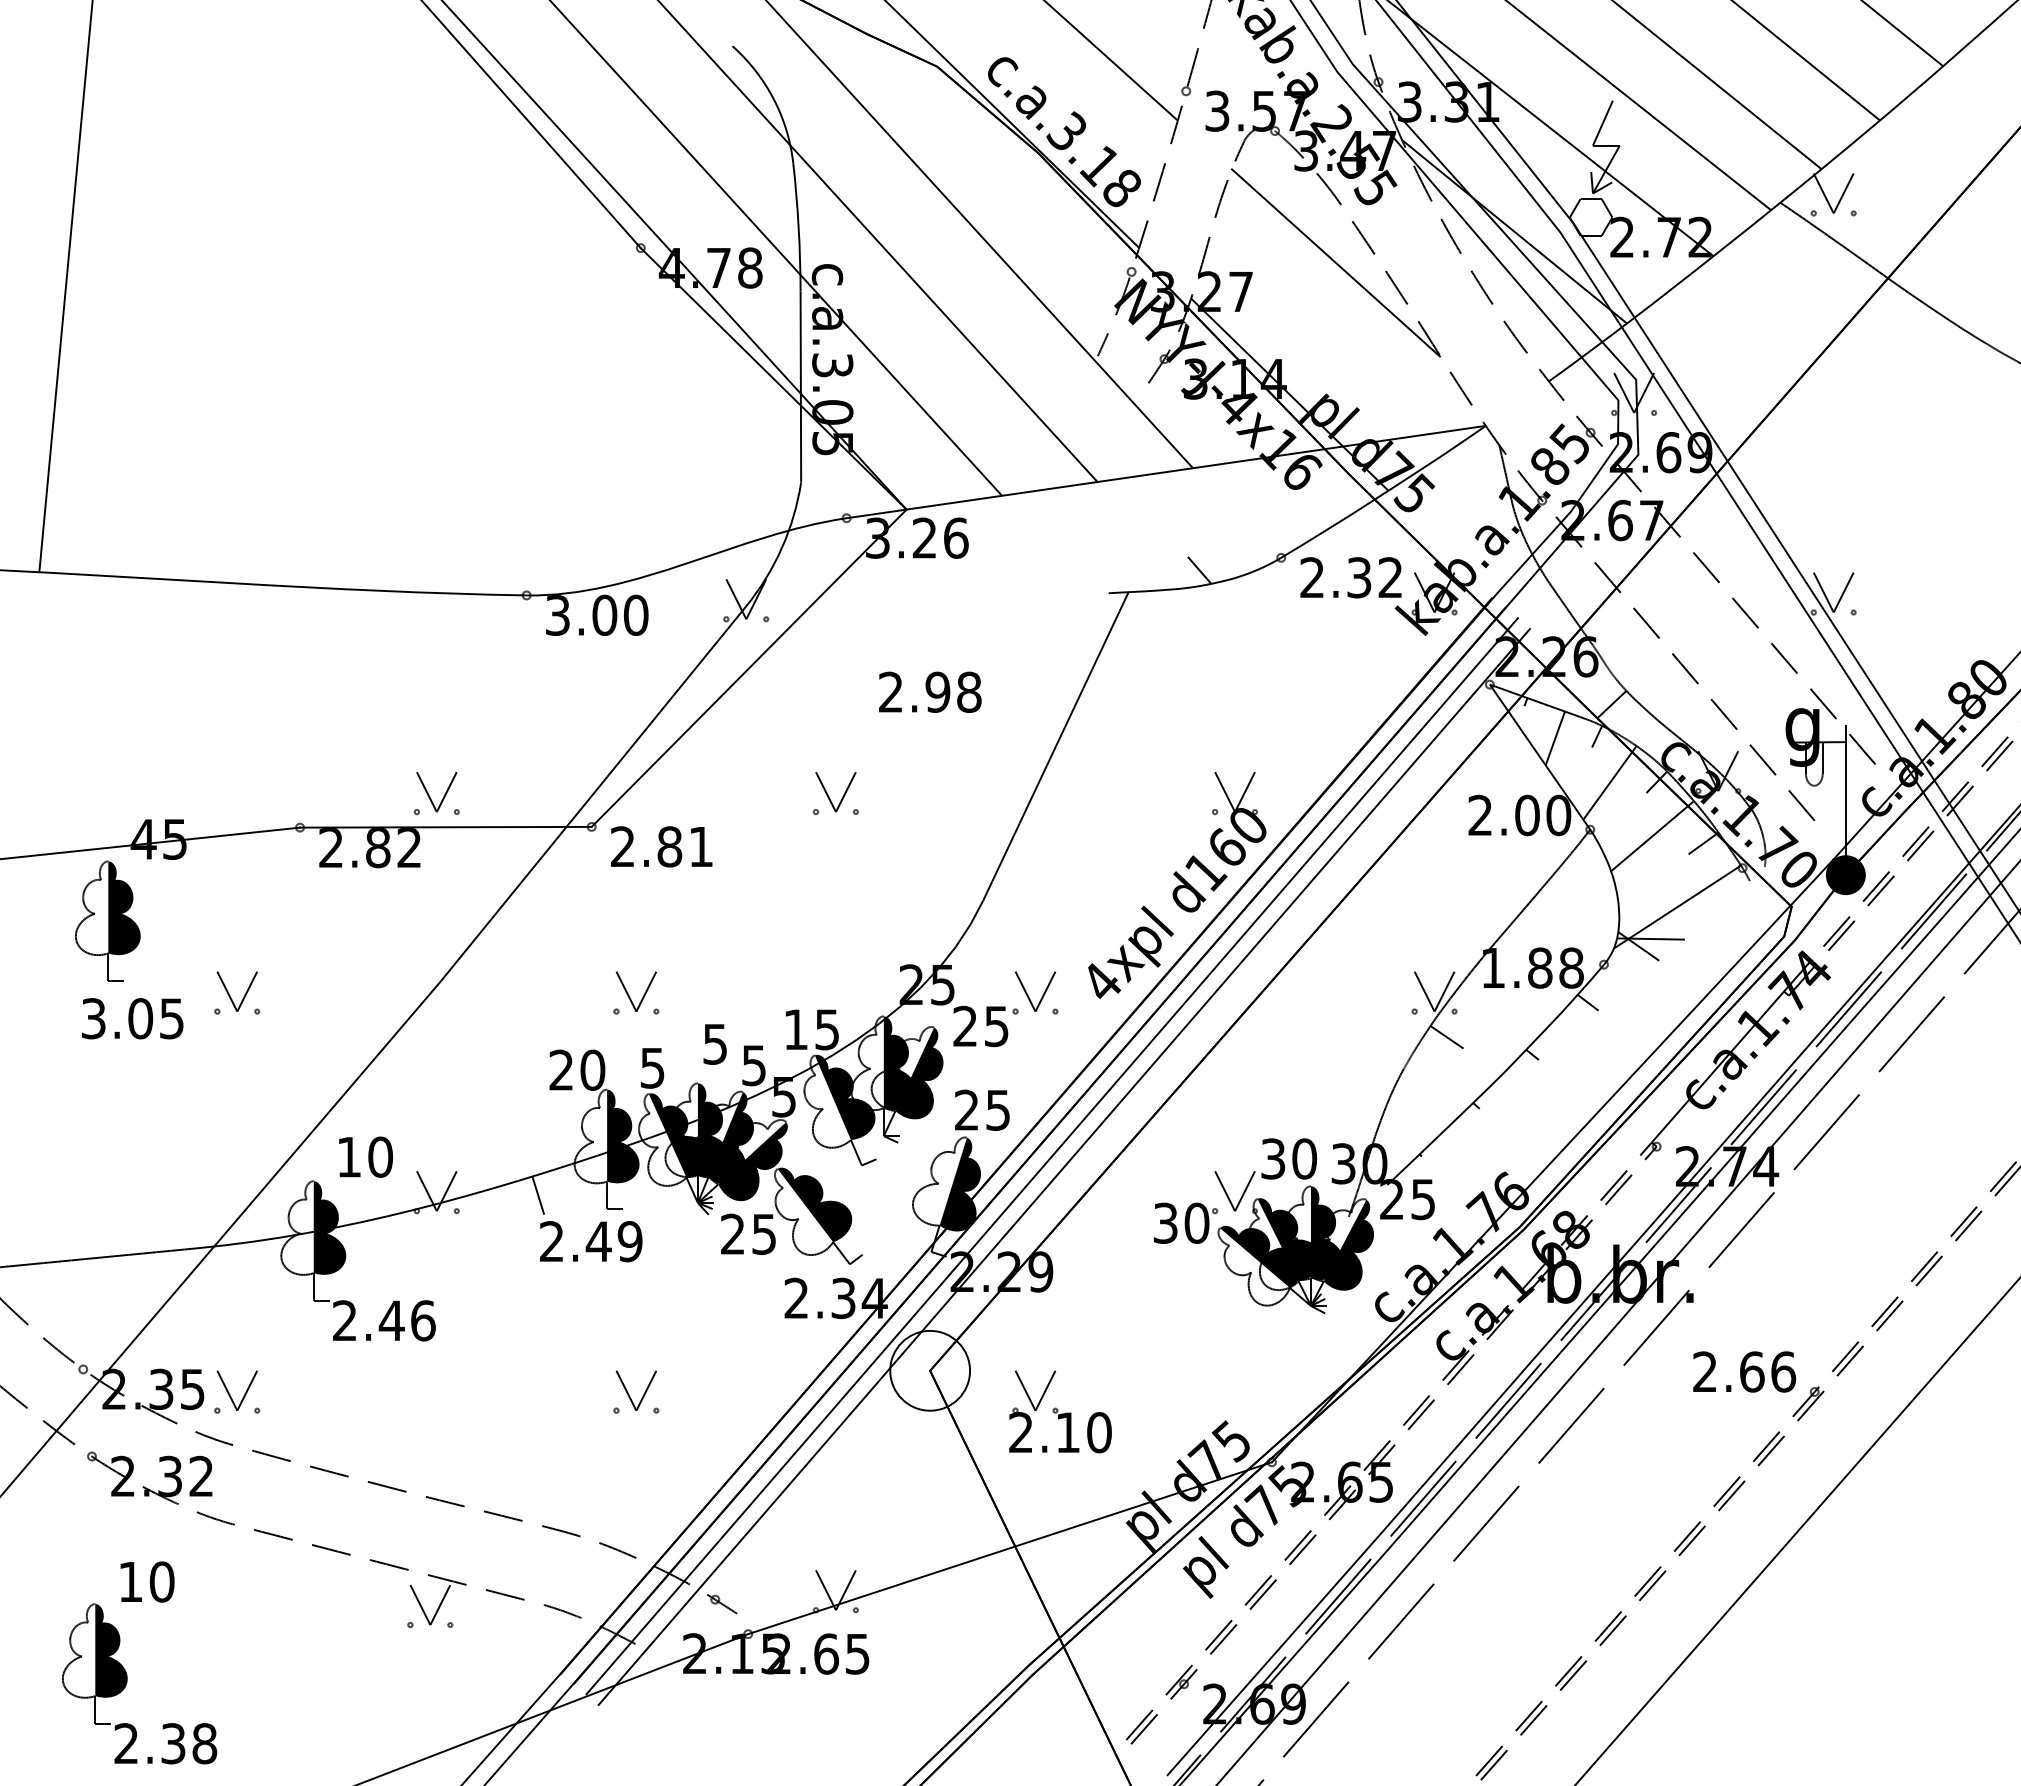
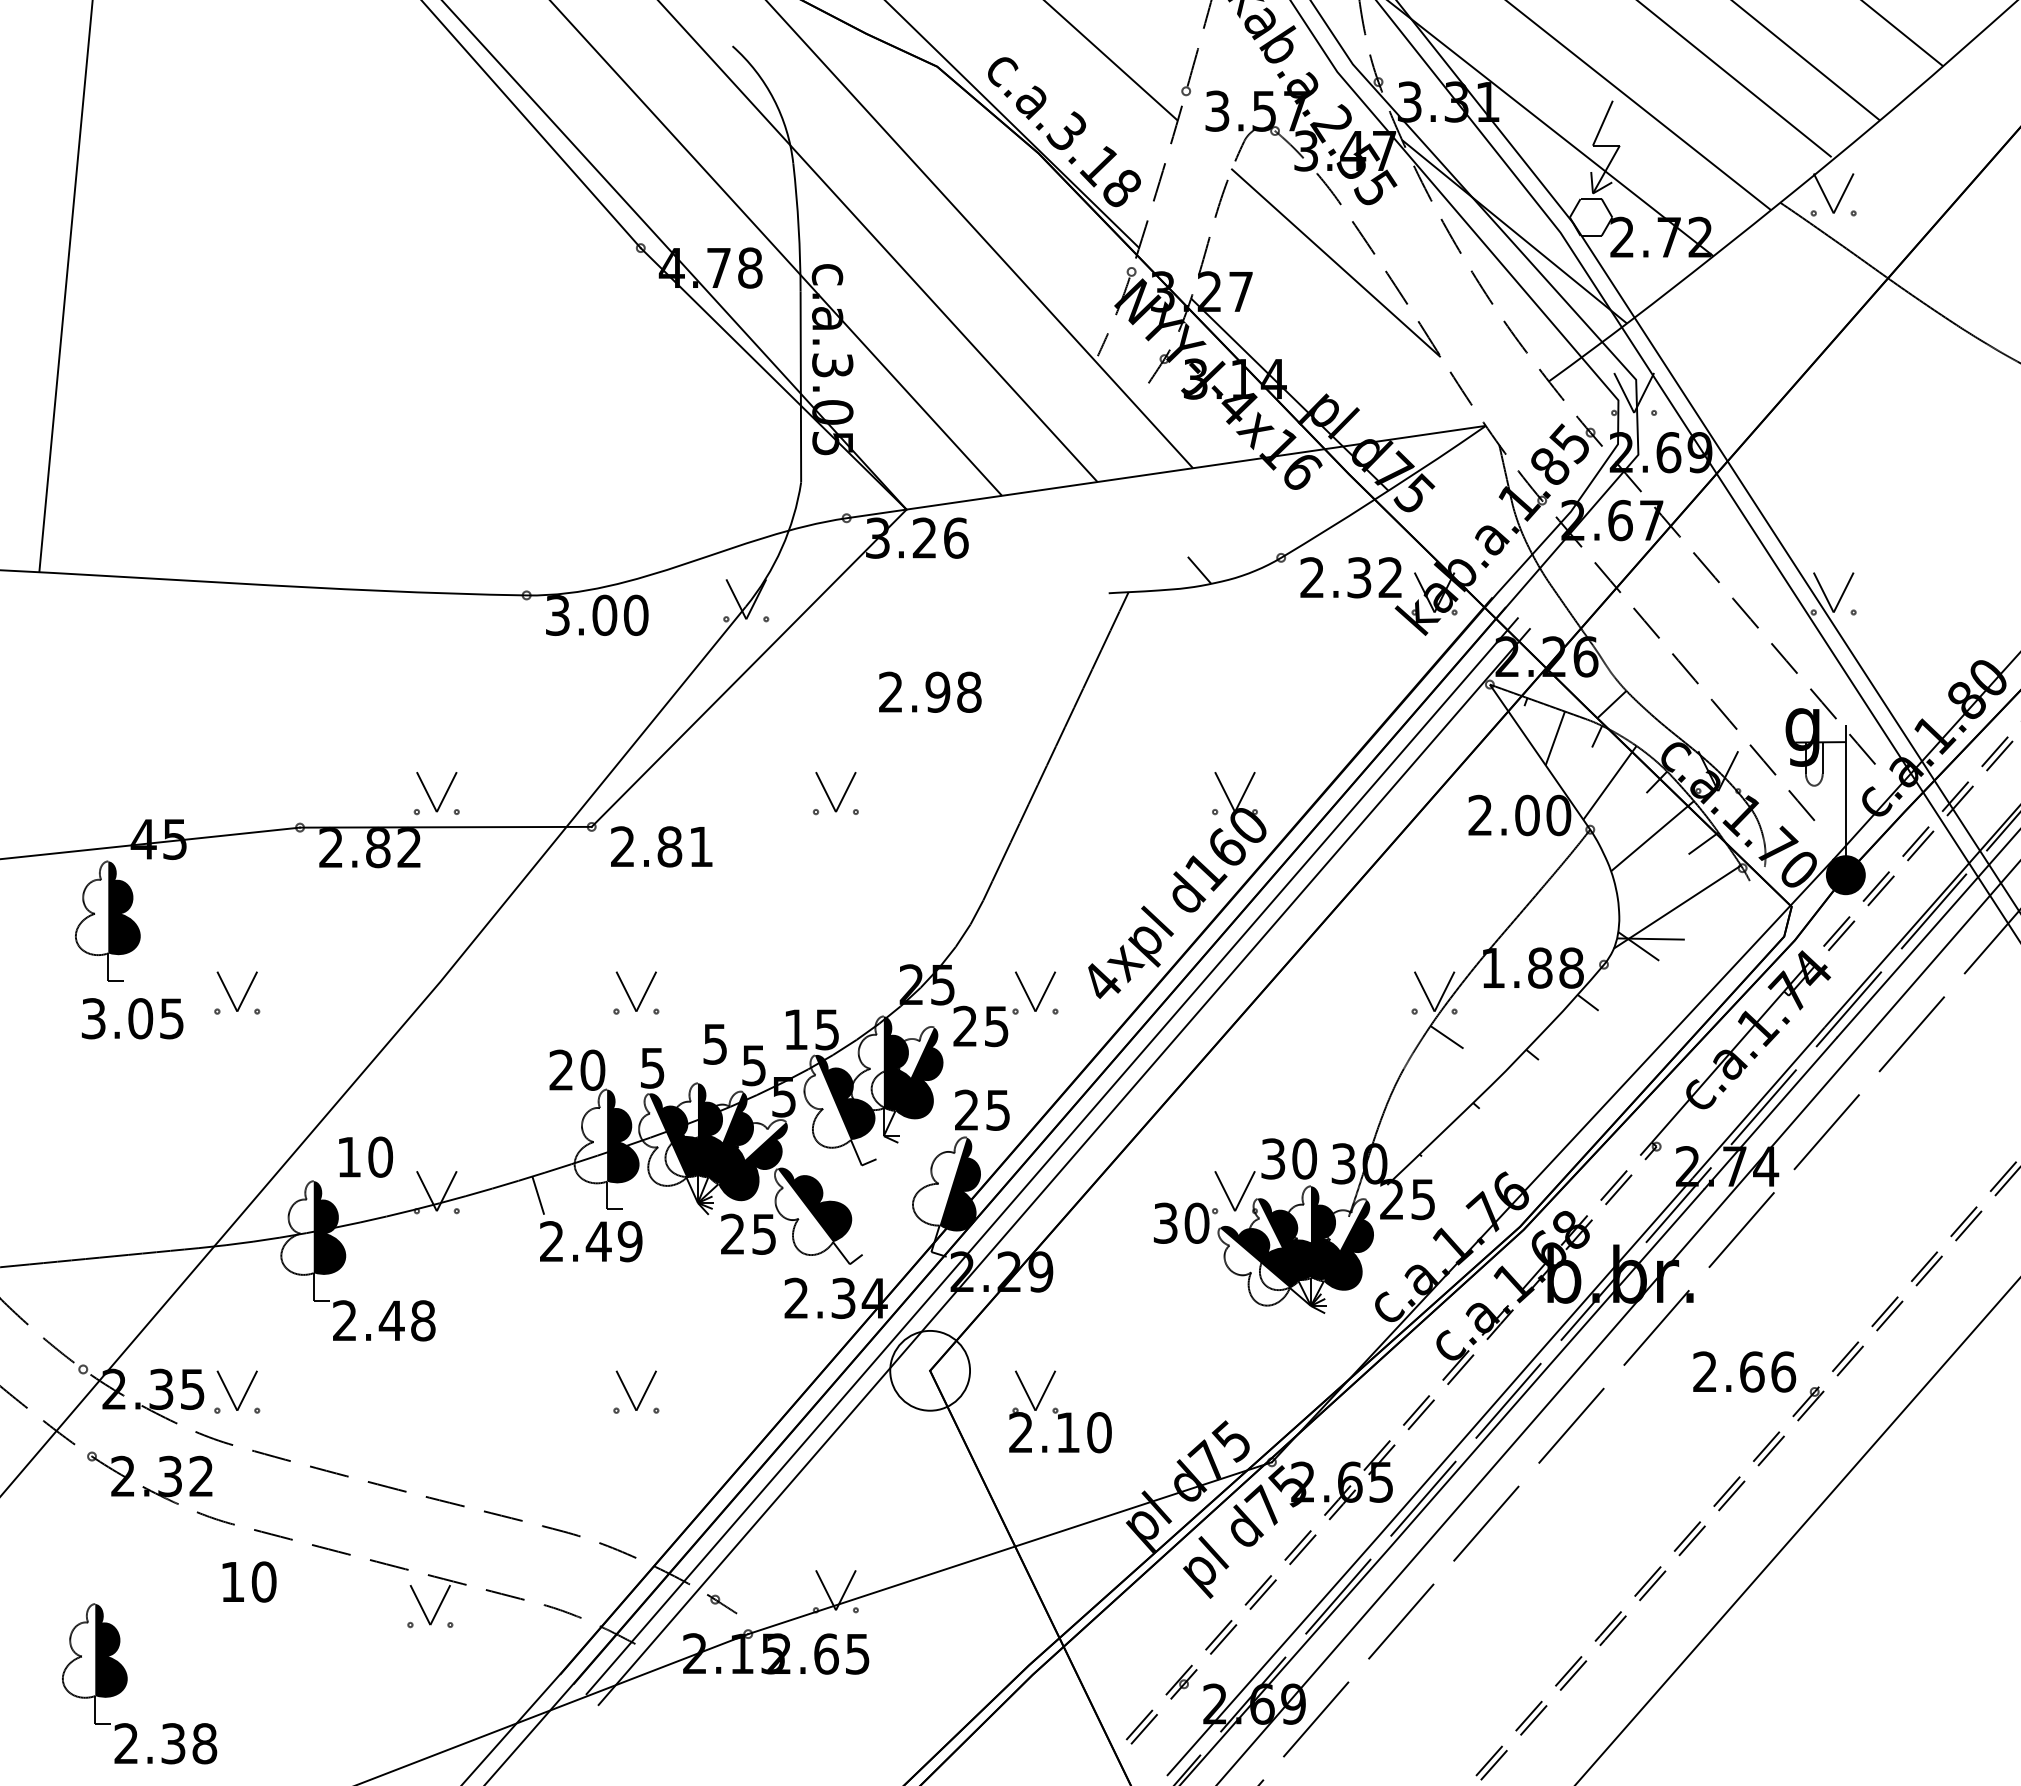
line at (1717, 85) position: (1717, 85) -> (1735, 79)
text at (423, 1320): 2.46 -> 2.48
text at (147, 1581) position: (147, 1581) -> (249, 1581)
